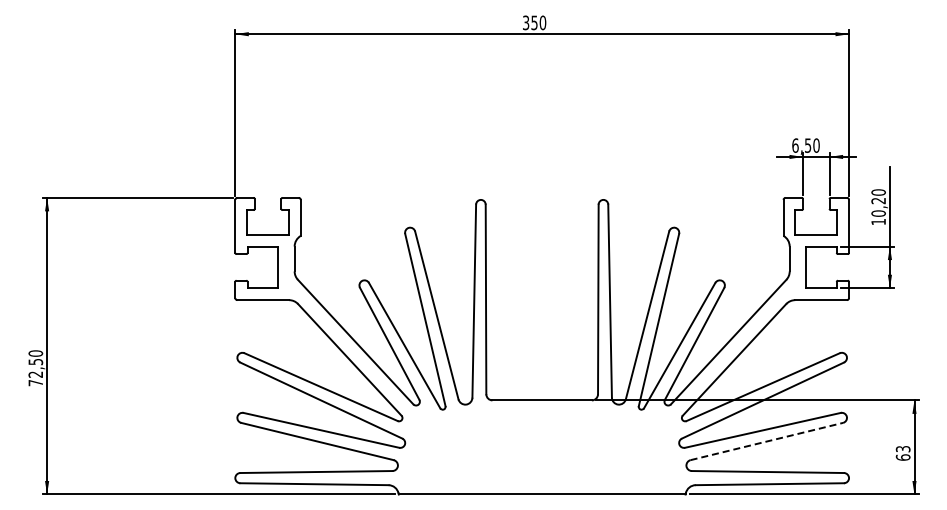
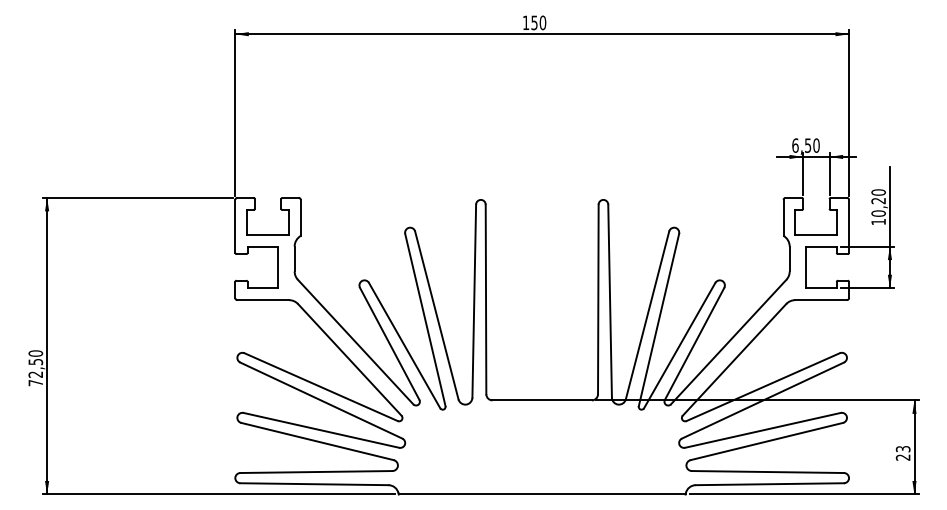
text at (526, 22): 350 -> 150
line at (767, 441): dashed -> solid
text at (902, 457): 63 -> 23
